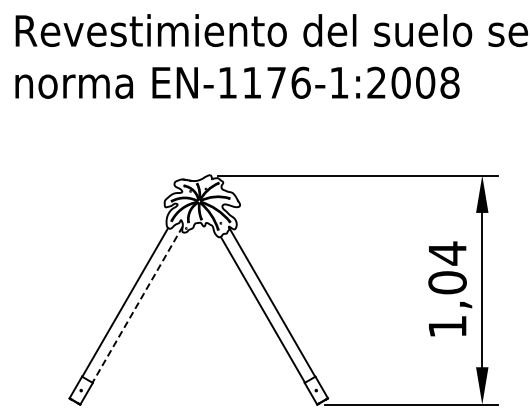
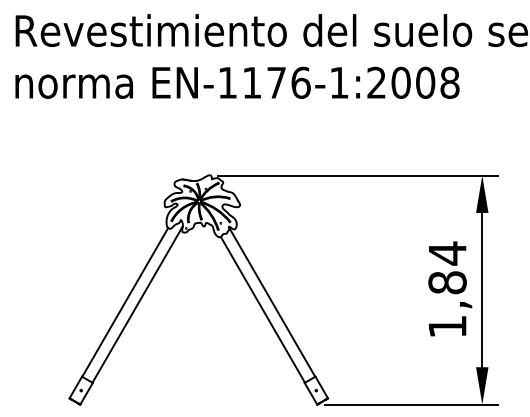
text at (447, 282): 1,04 -> 1,84
line at (137, 305): dashed -> solid
